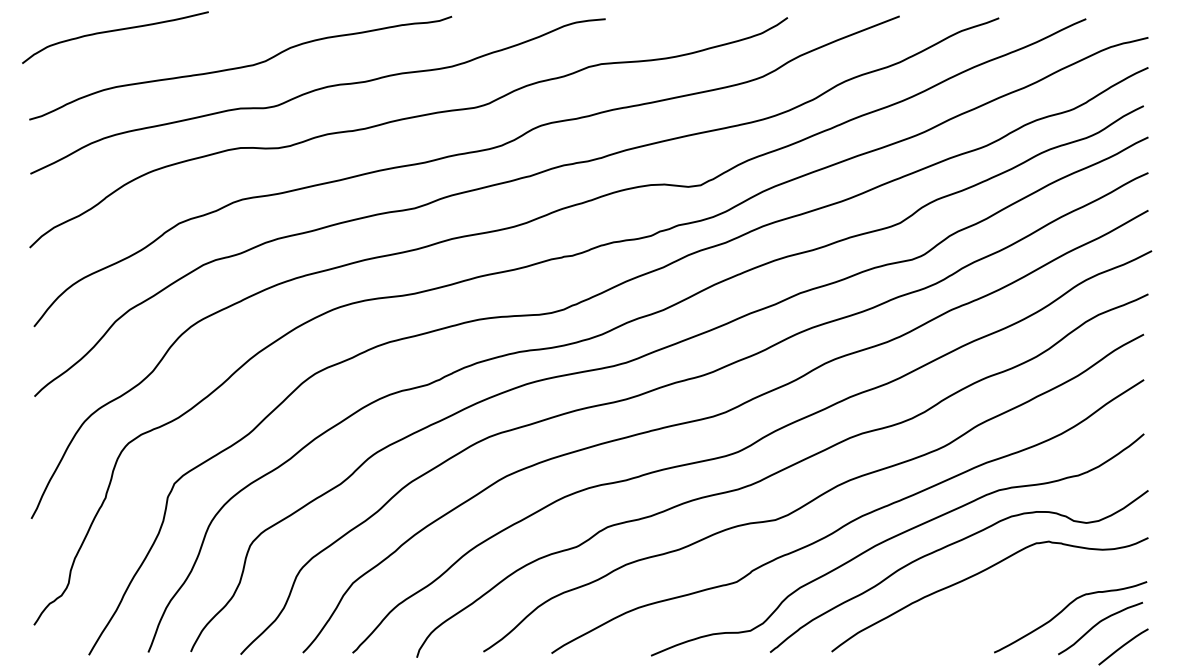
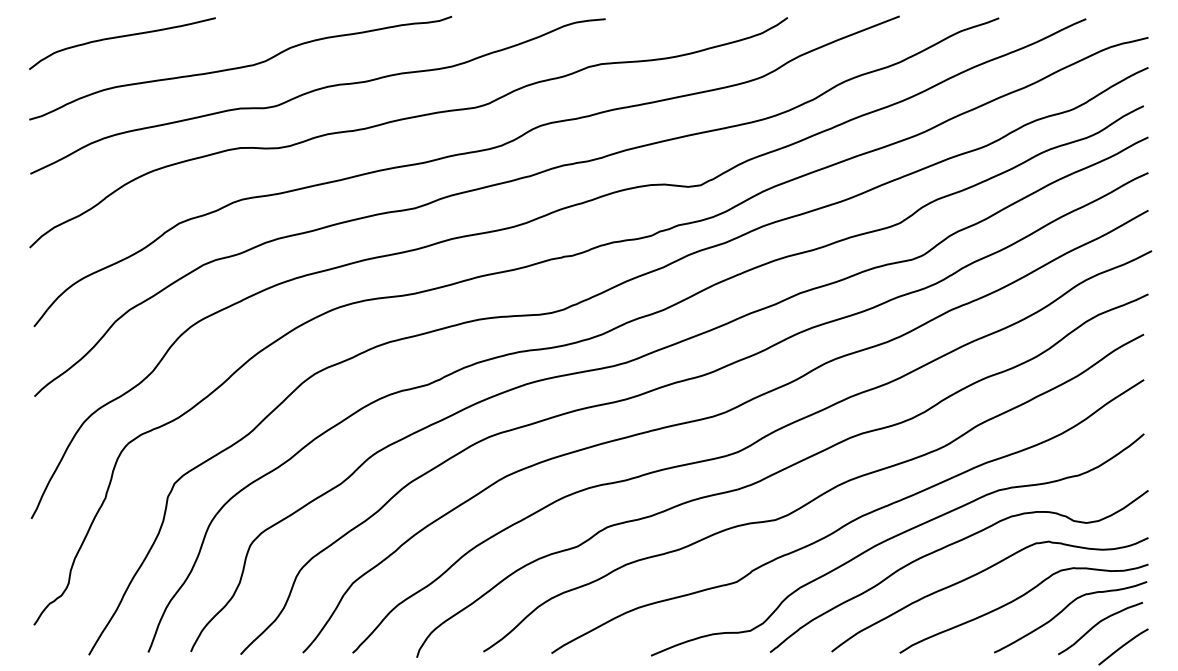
curve at (115, 31) position: (115, 31) -> (122, 37)
curve at (1018, 599): none -> present
